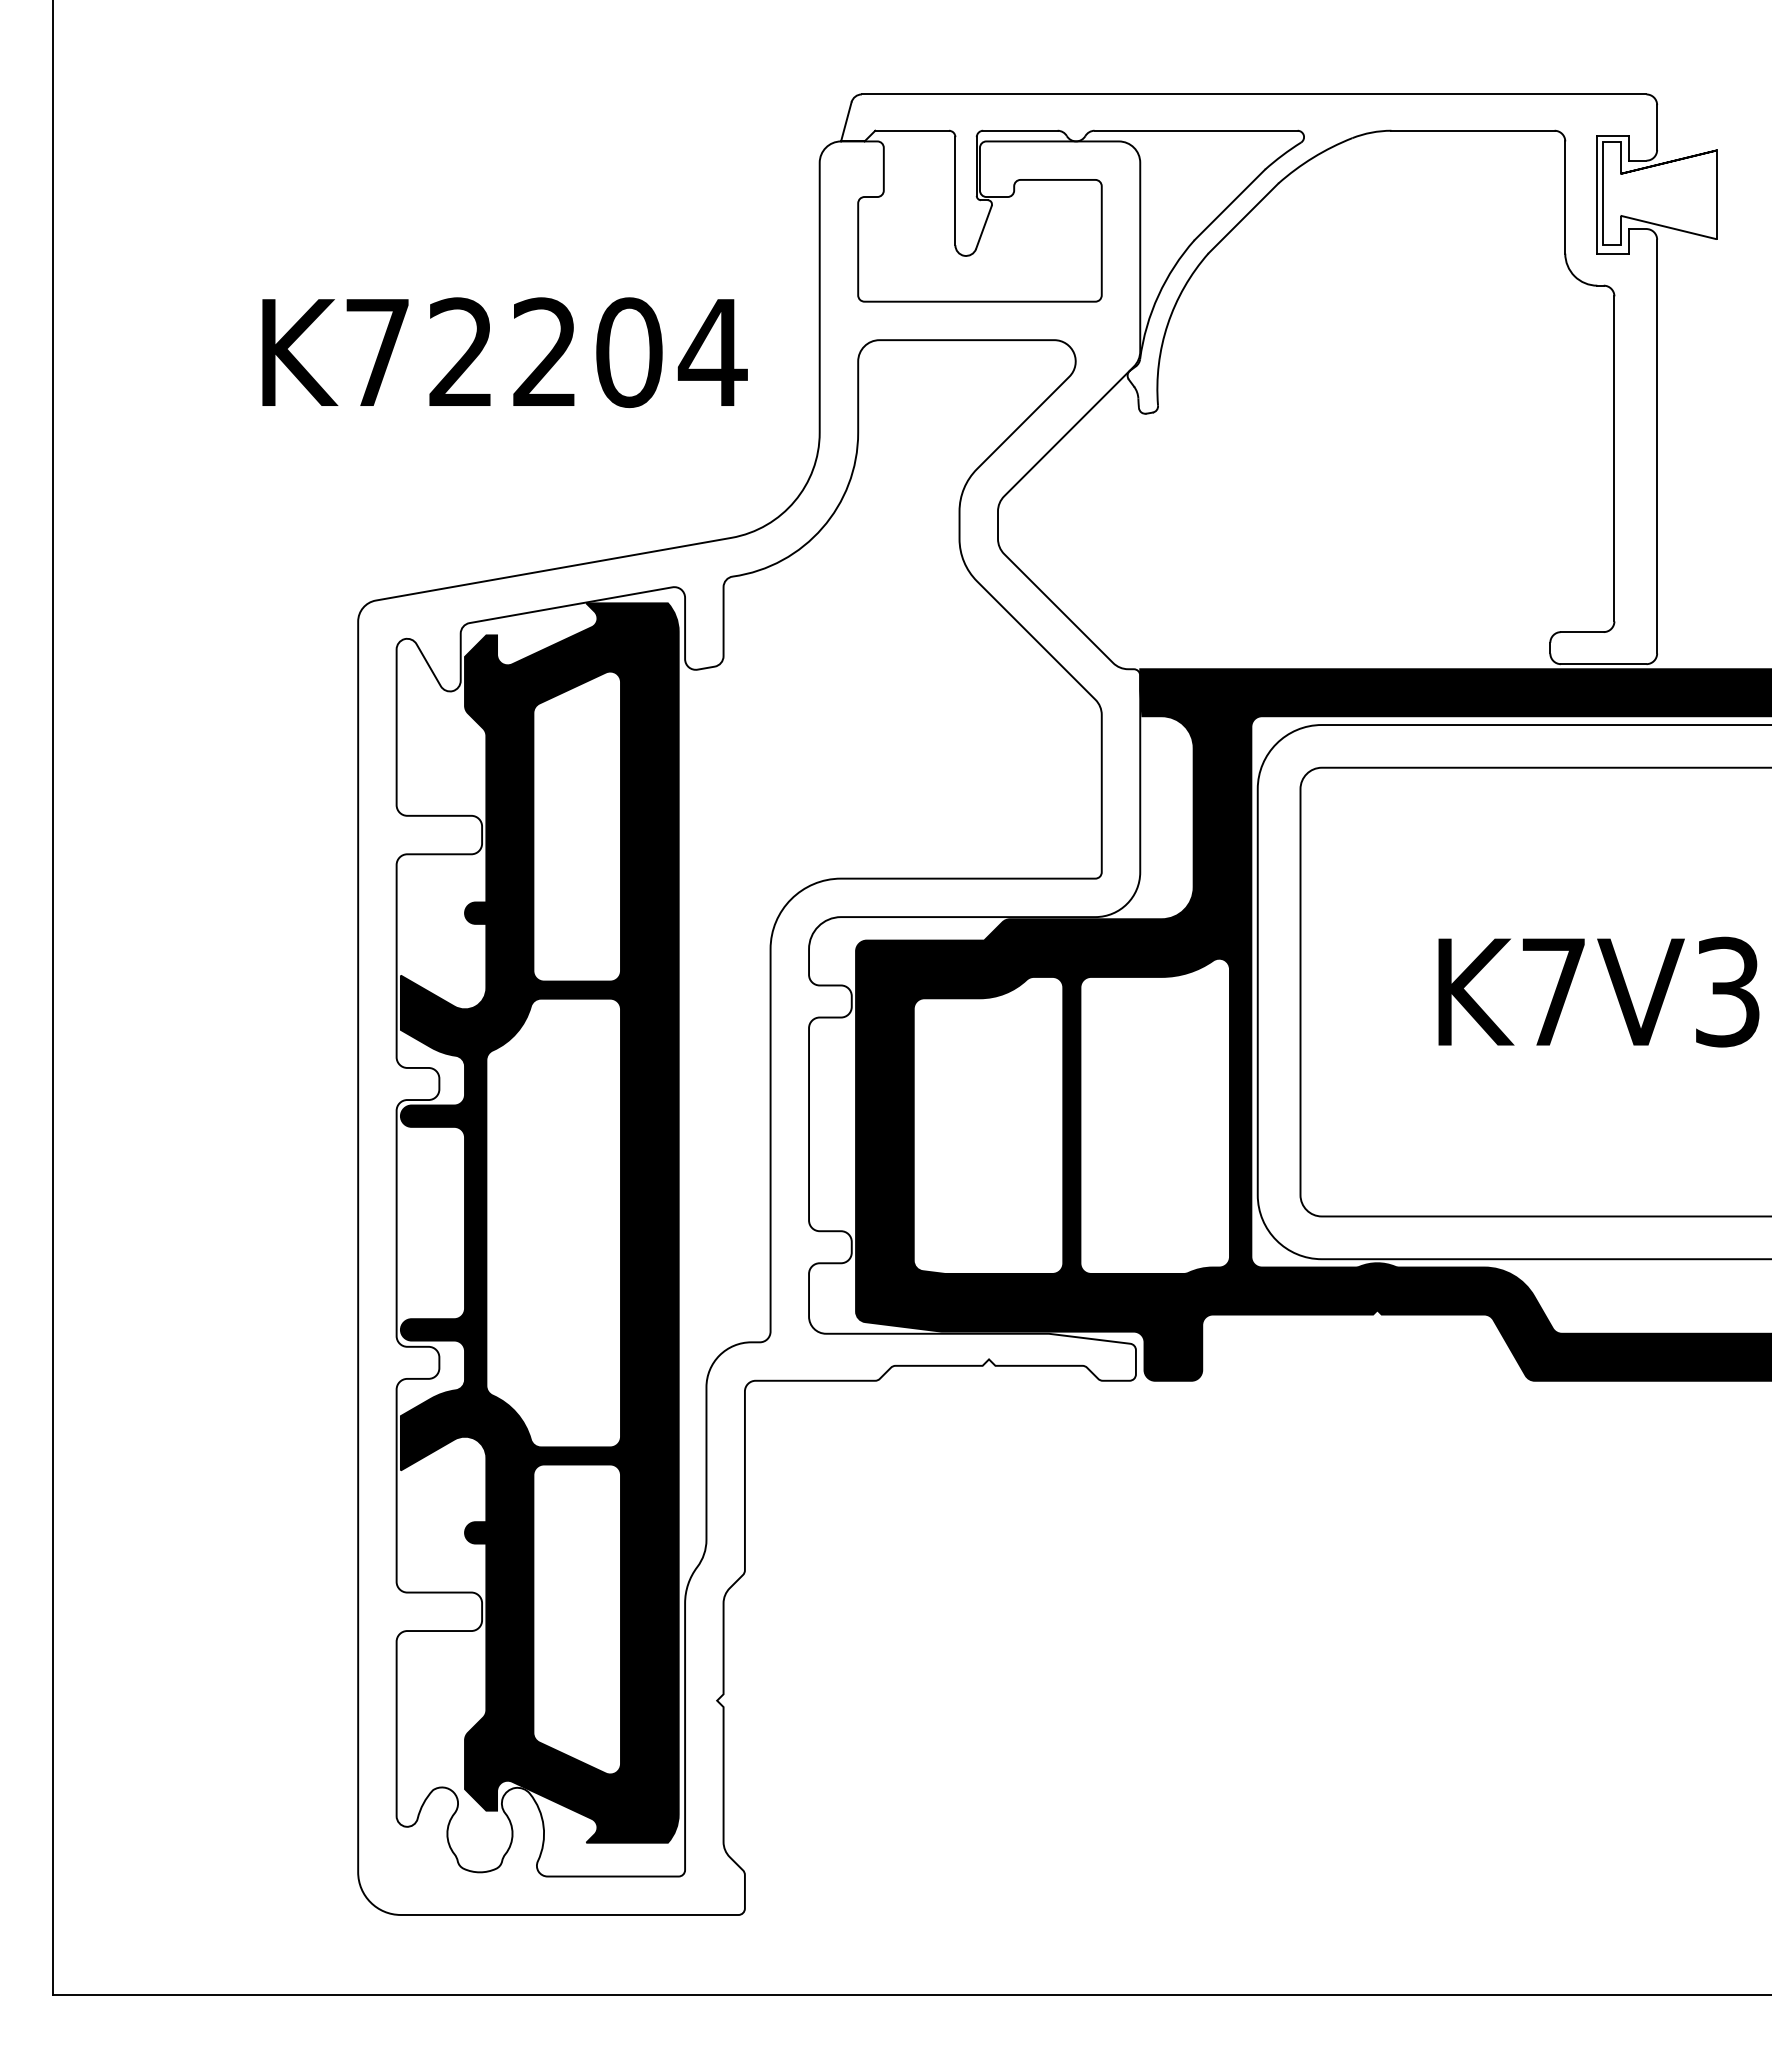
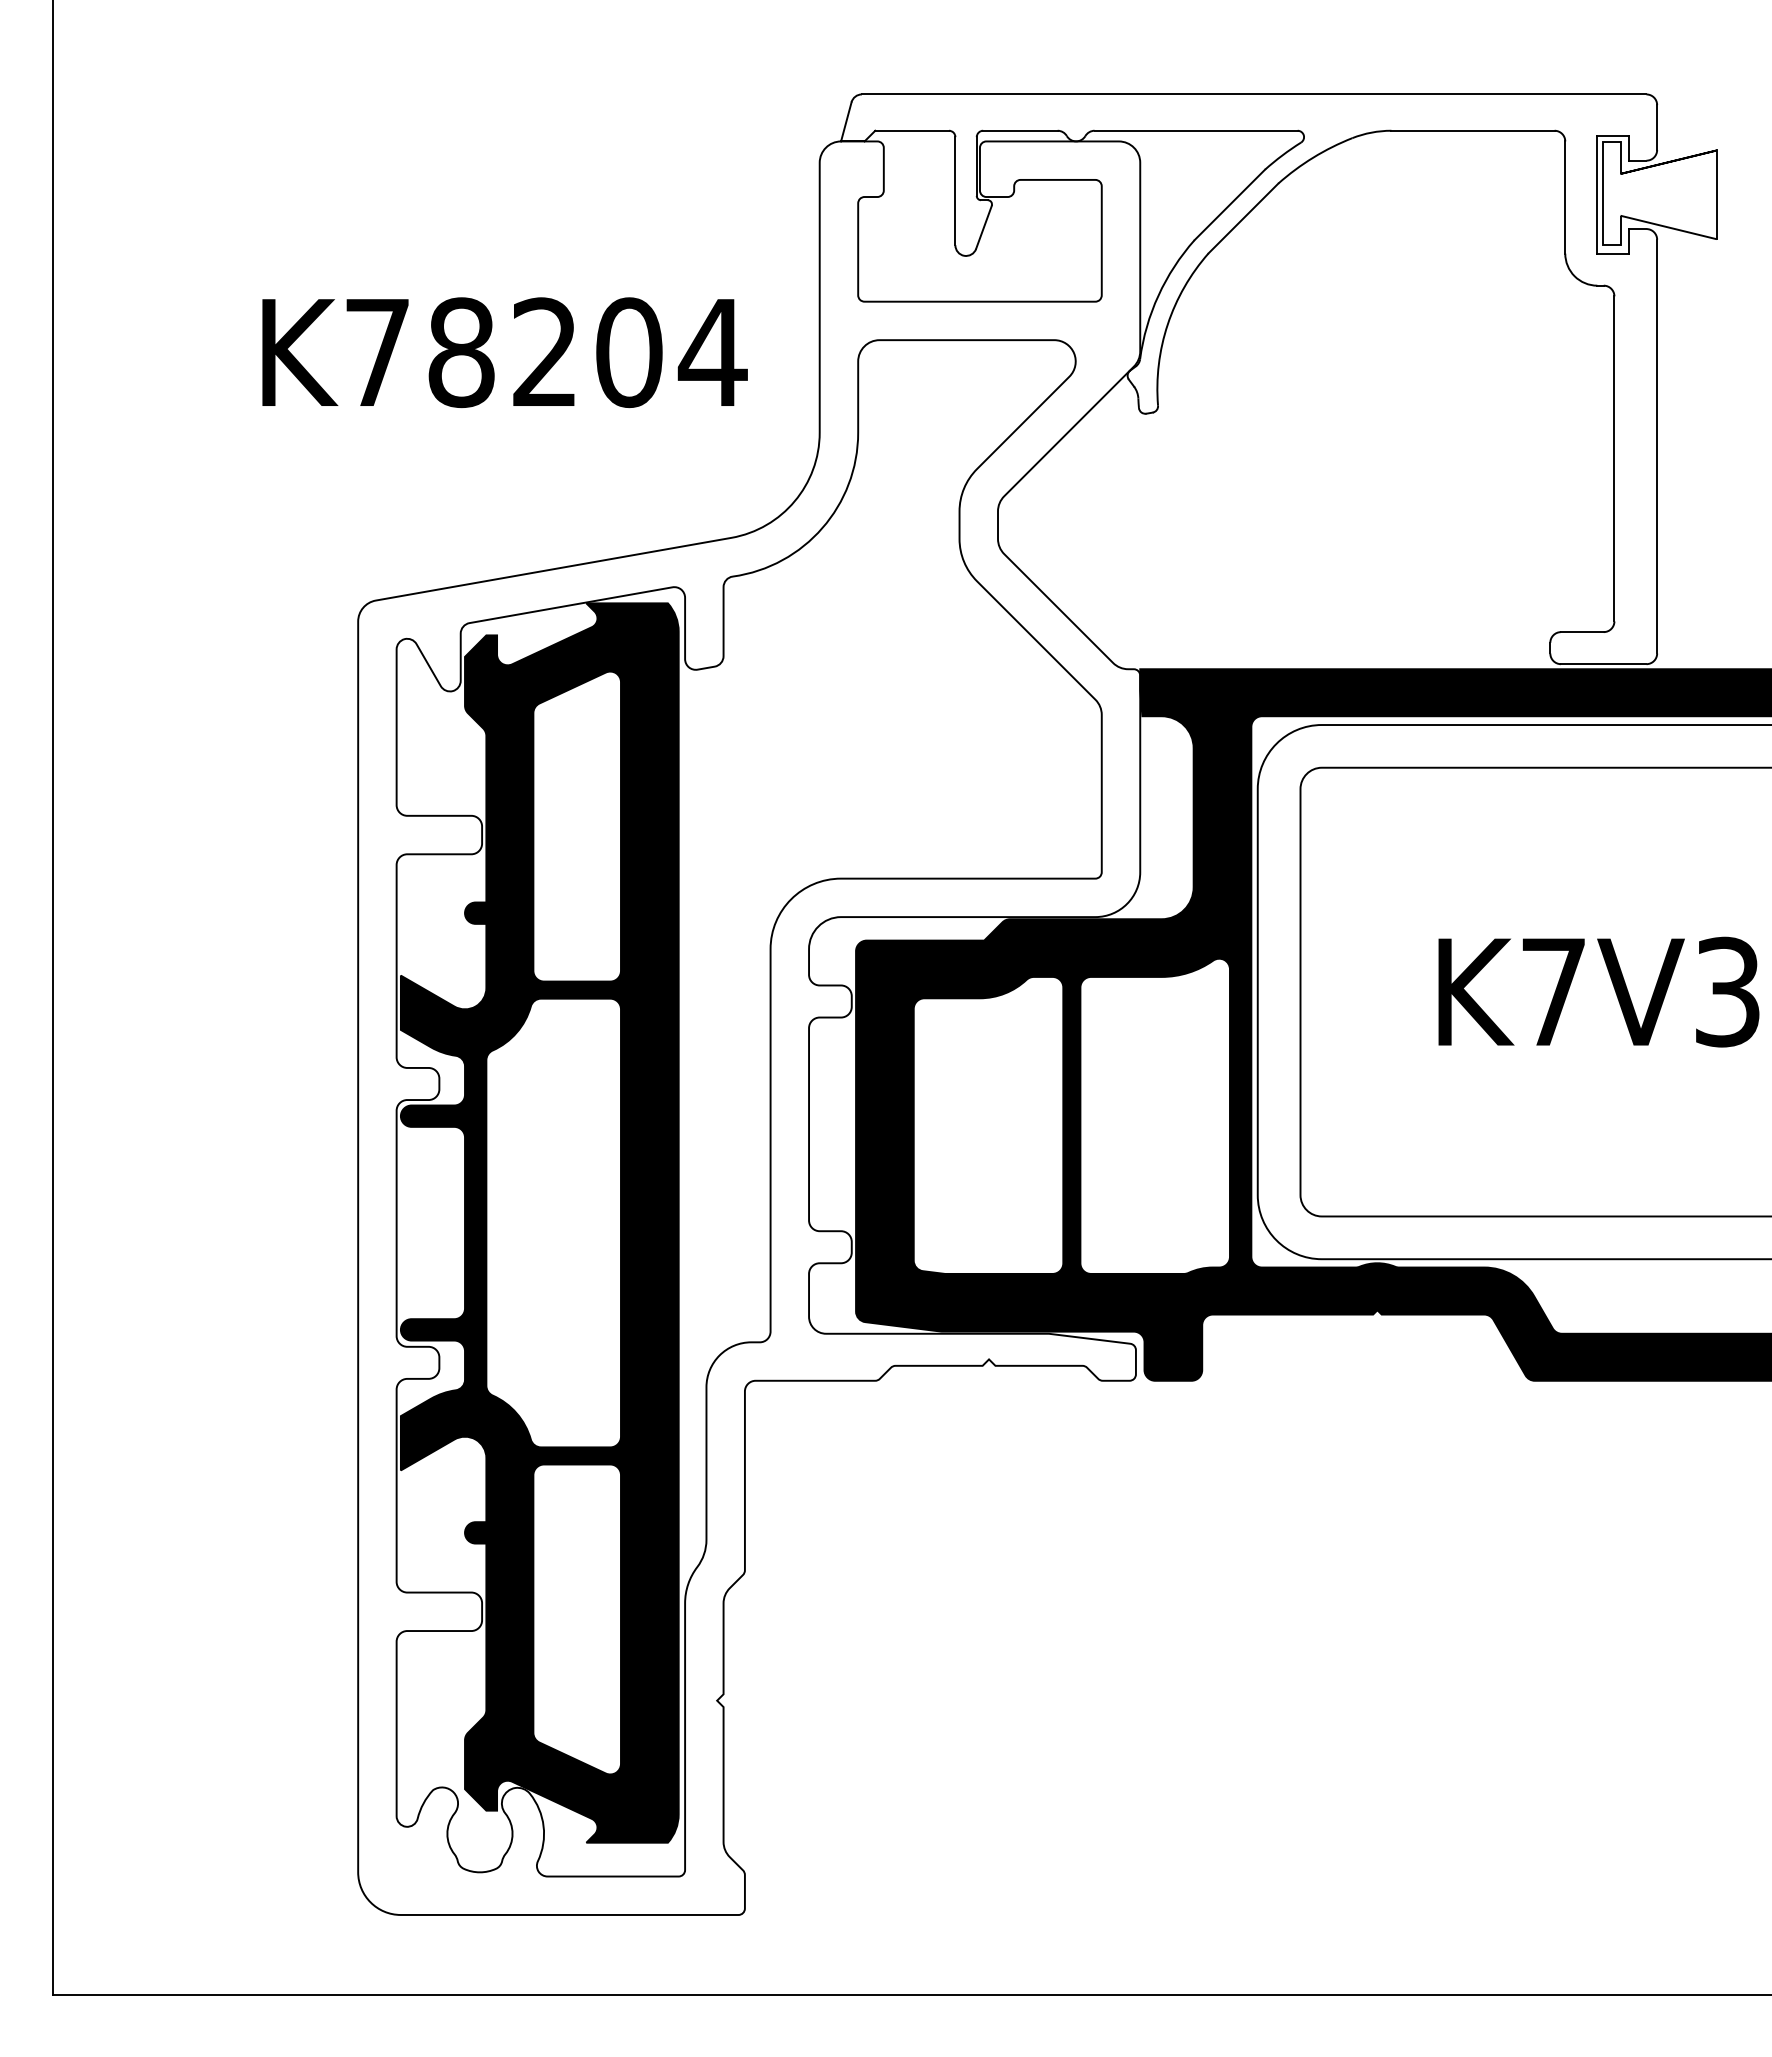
text at (461, 352): K72204 -> K78204
